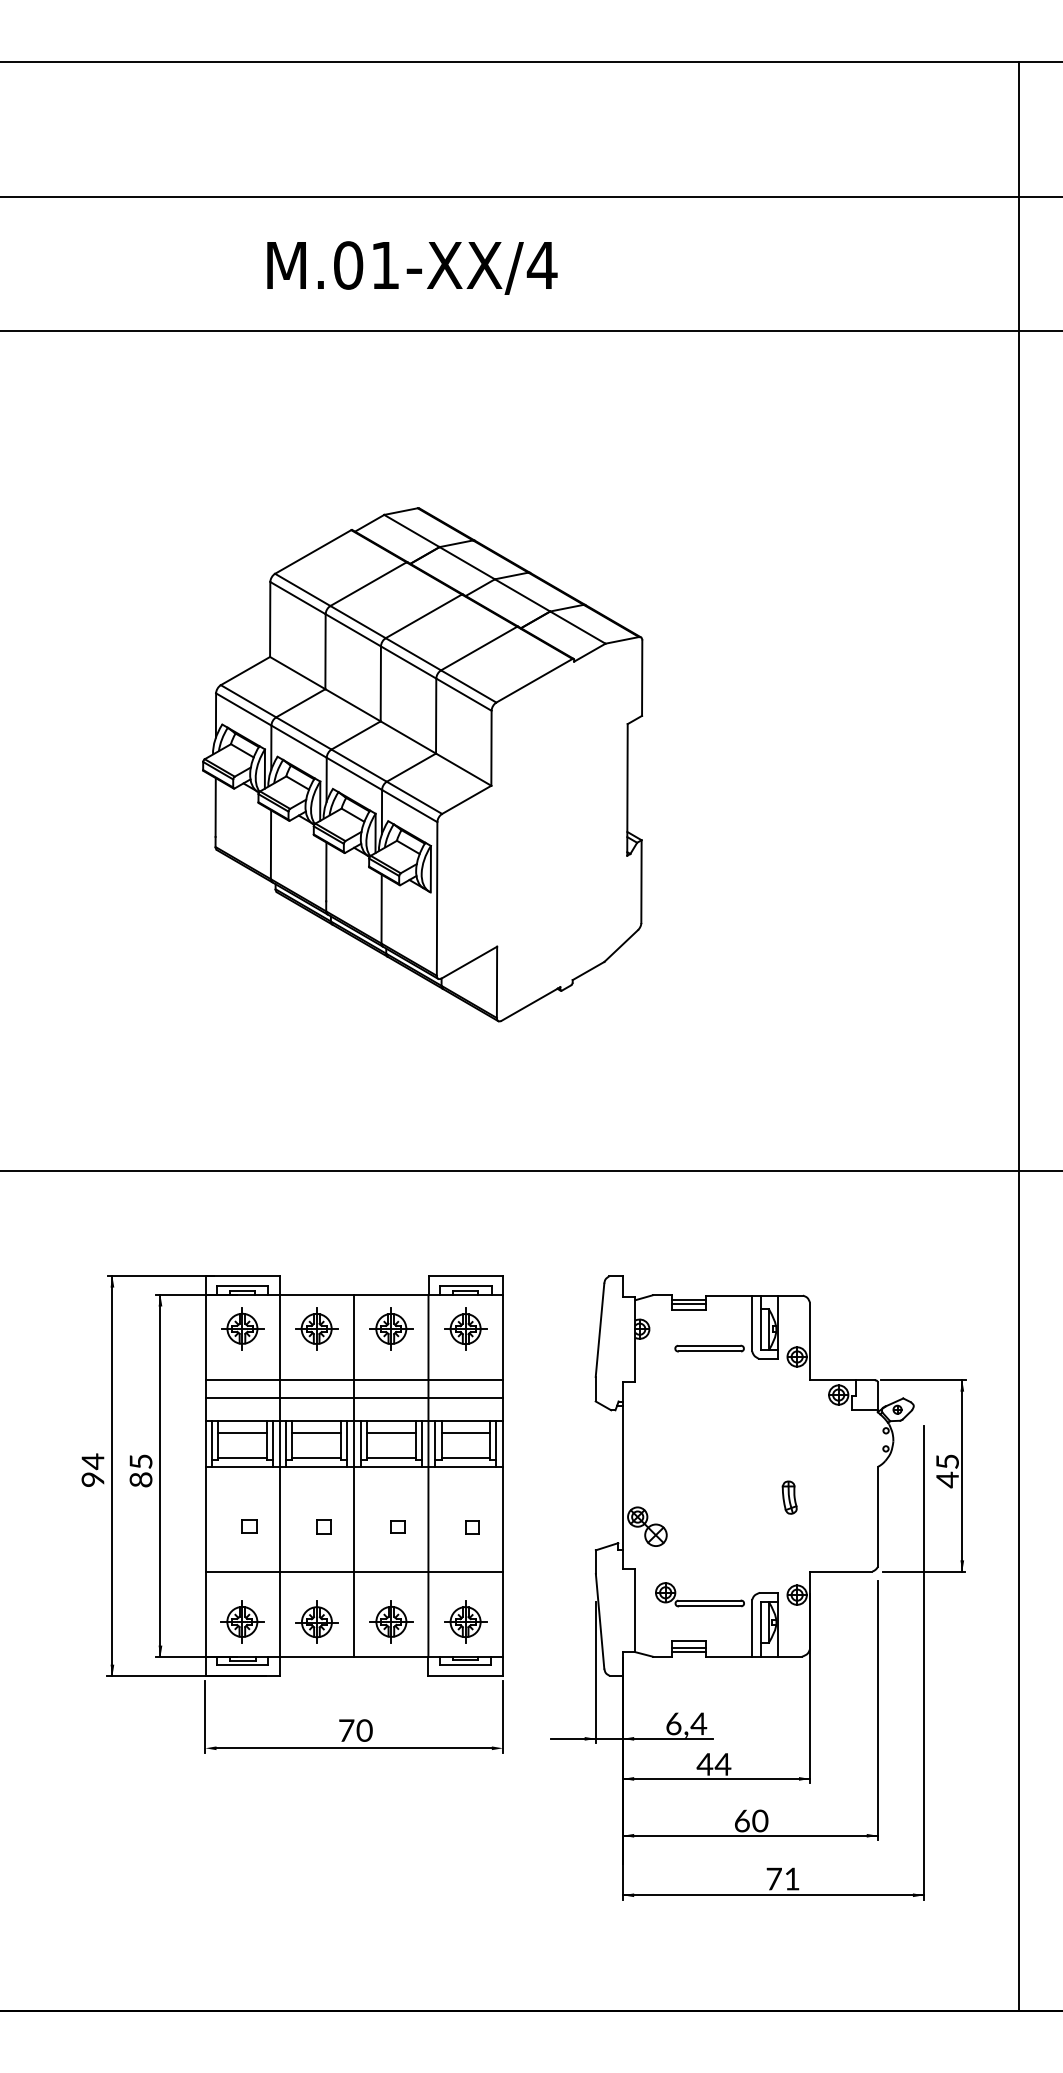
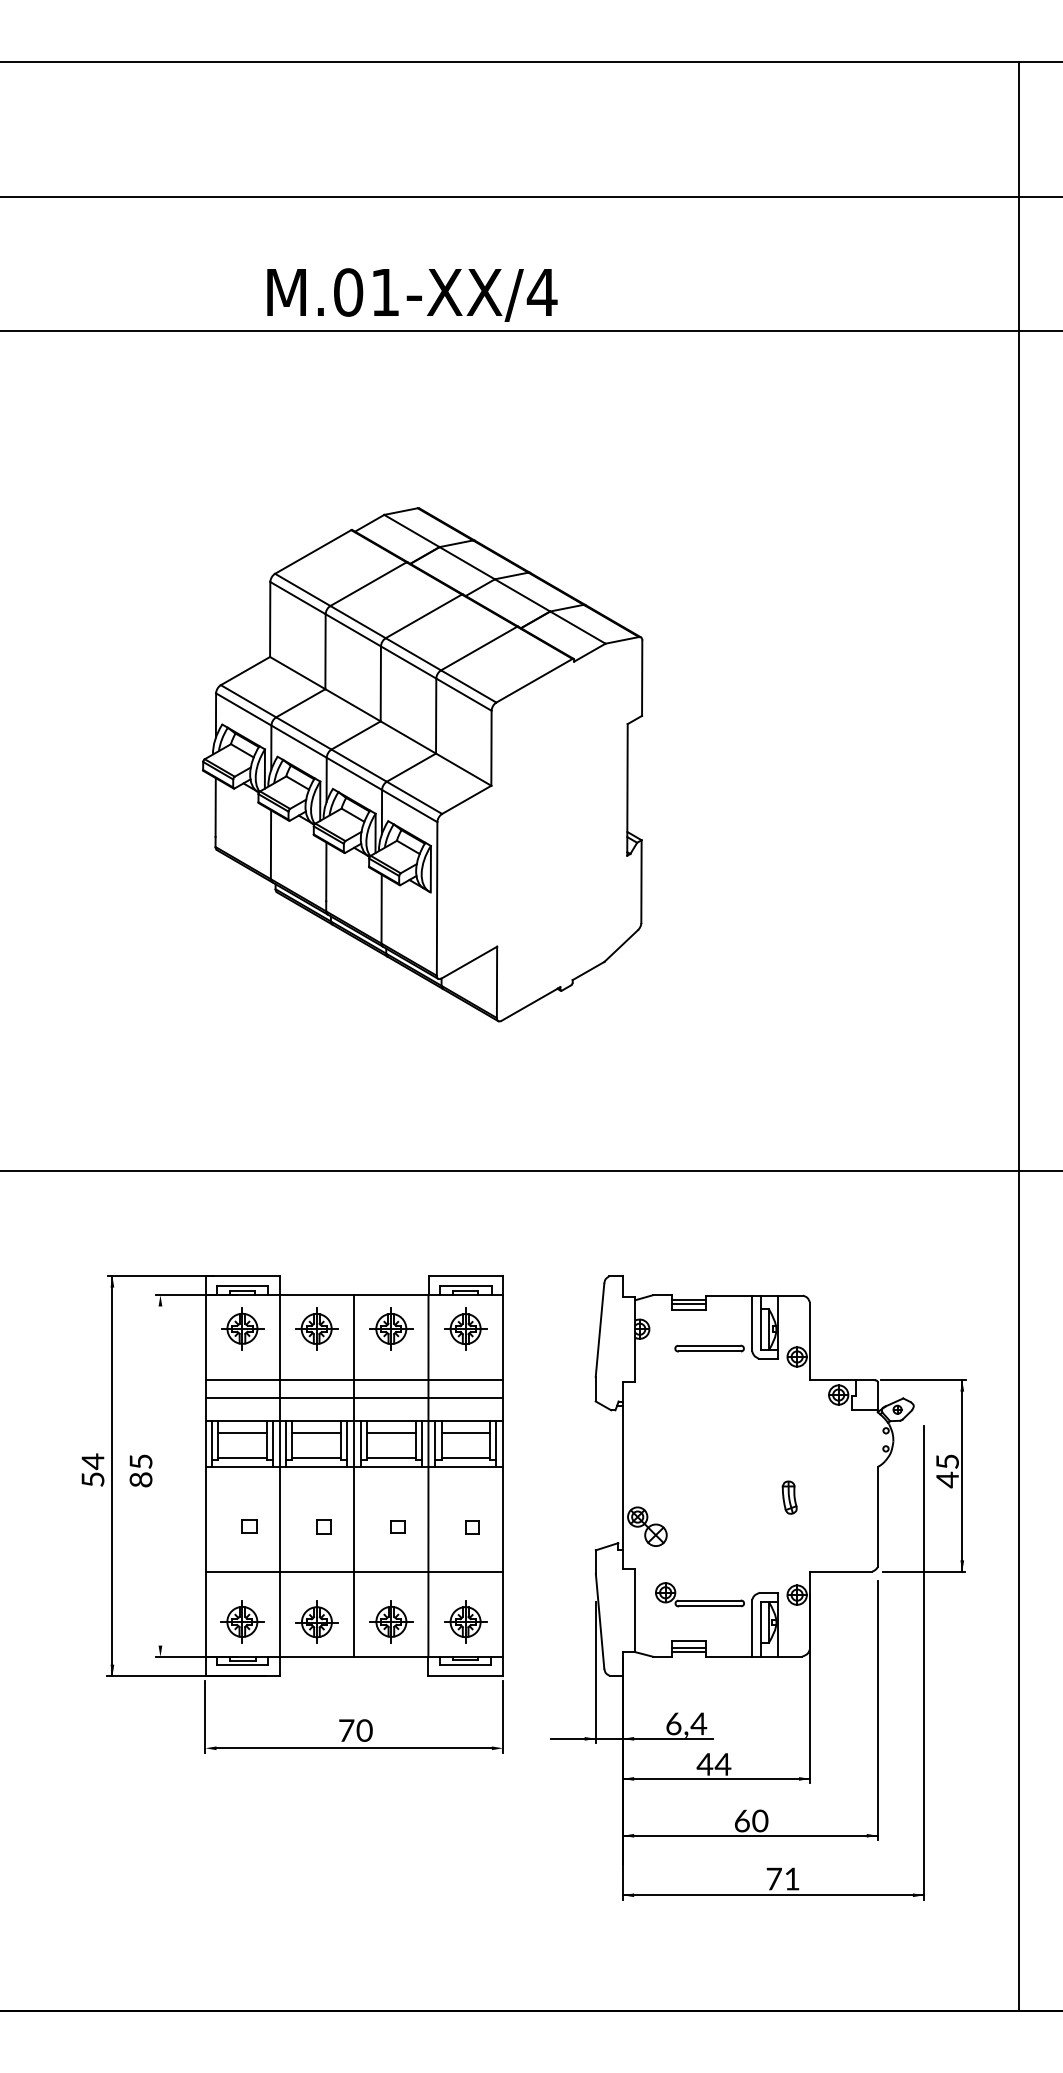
text at (412, 267) position: (412, 267) -> (412, 294)
line at (160, 1475): present -> none
text at (92, 1479): 94 -> 54
